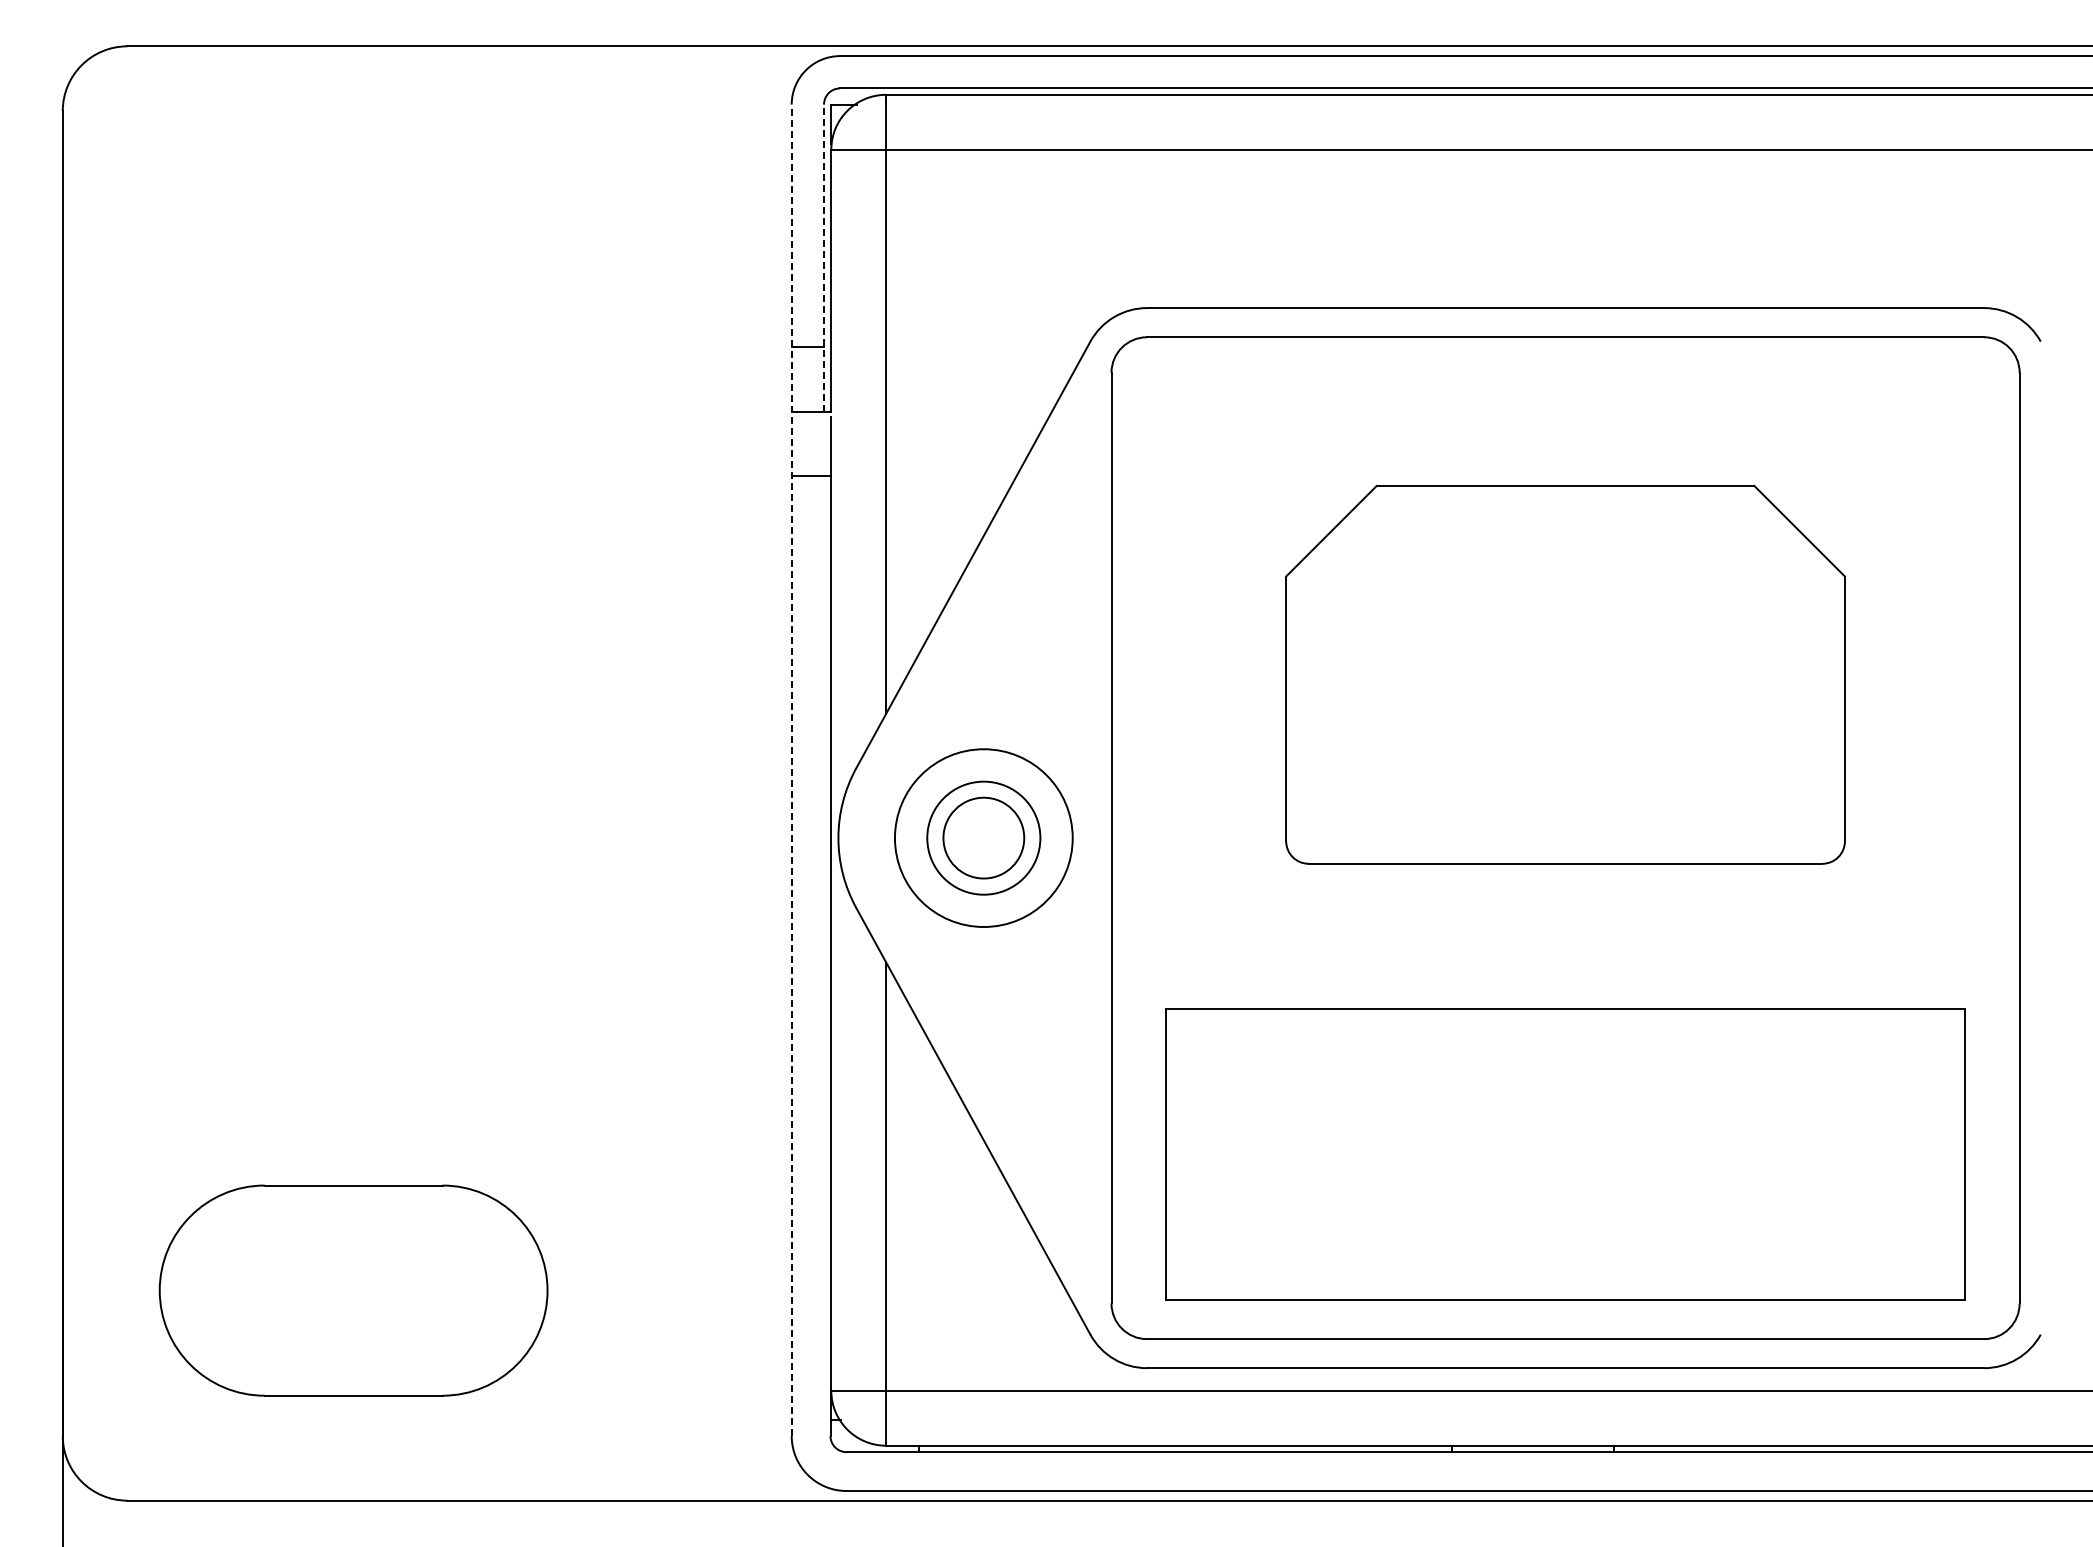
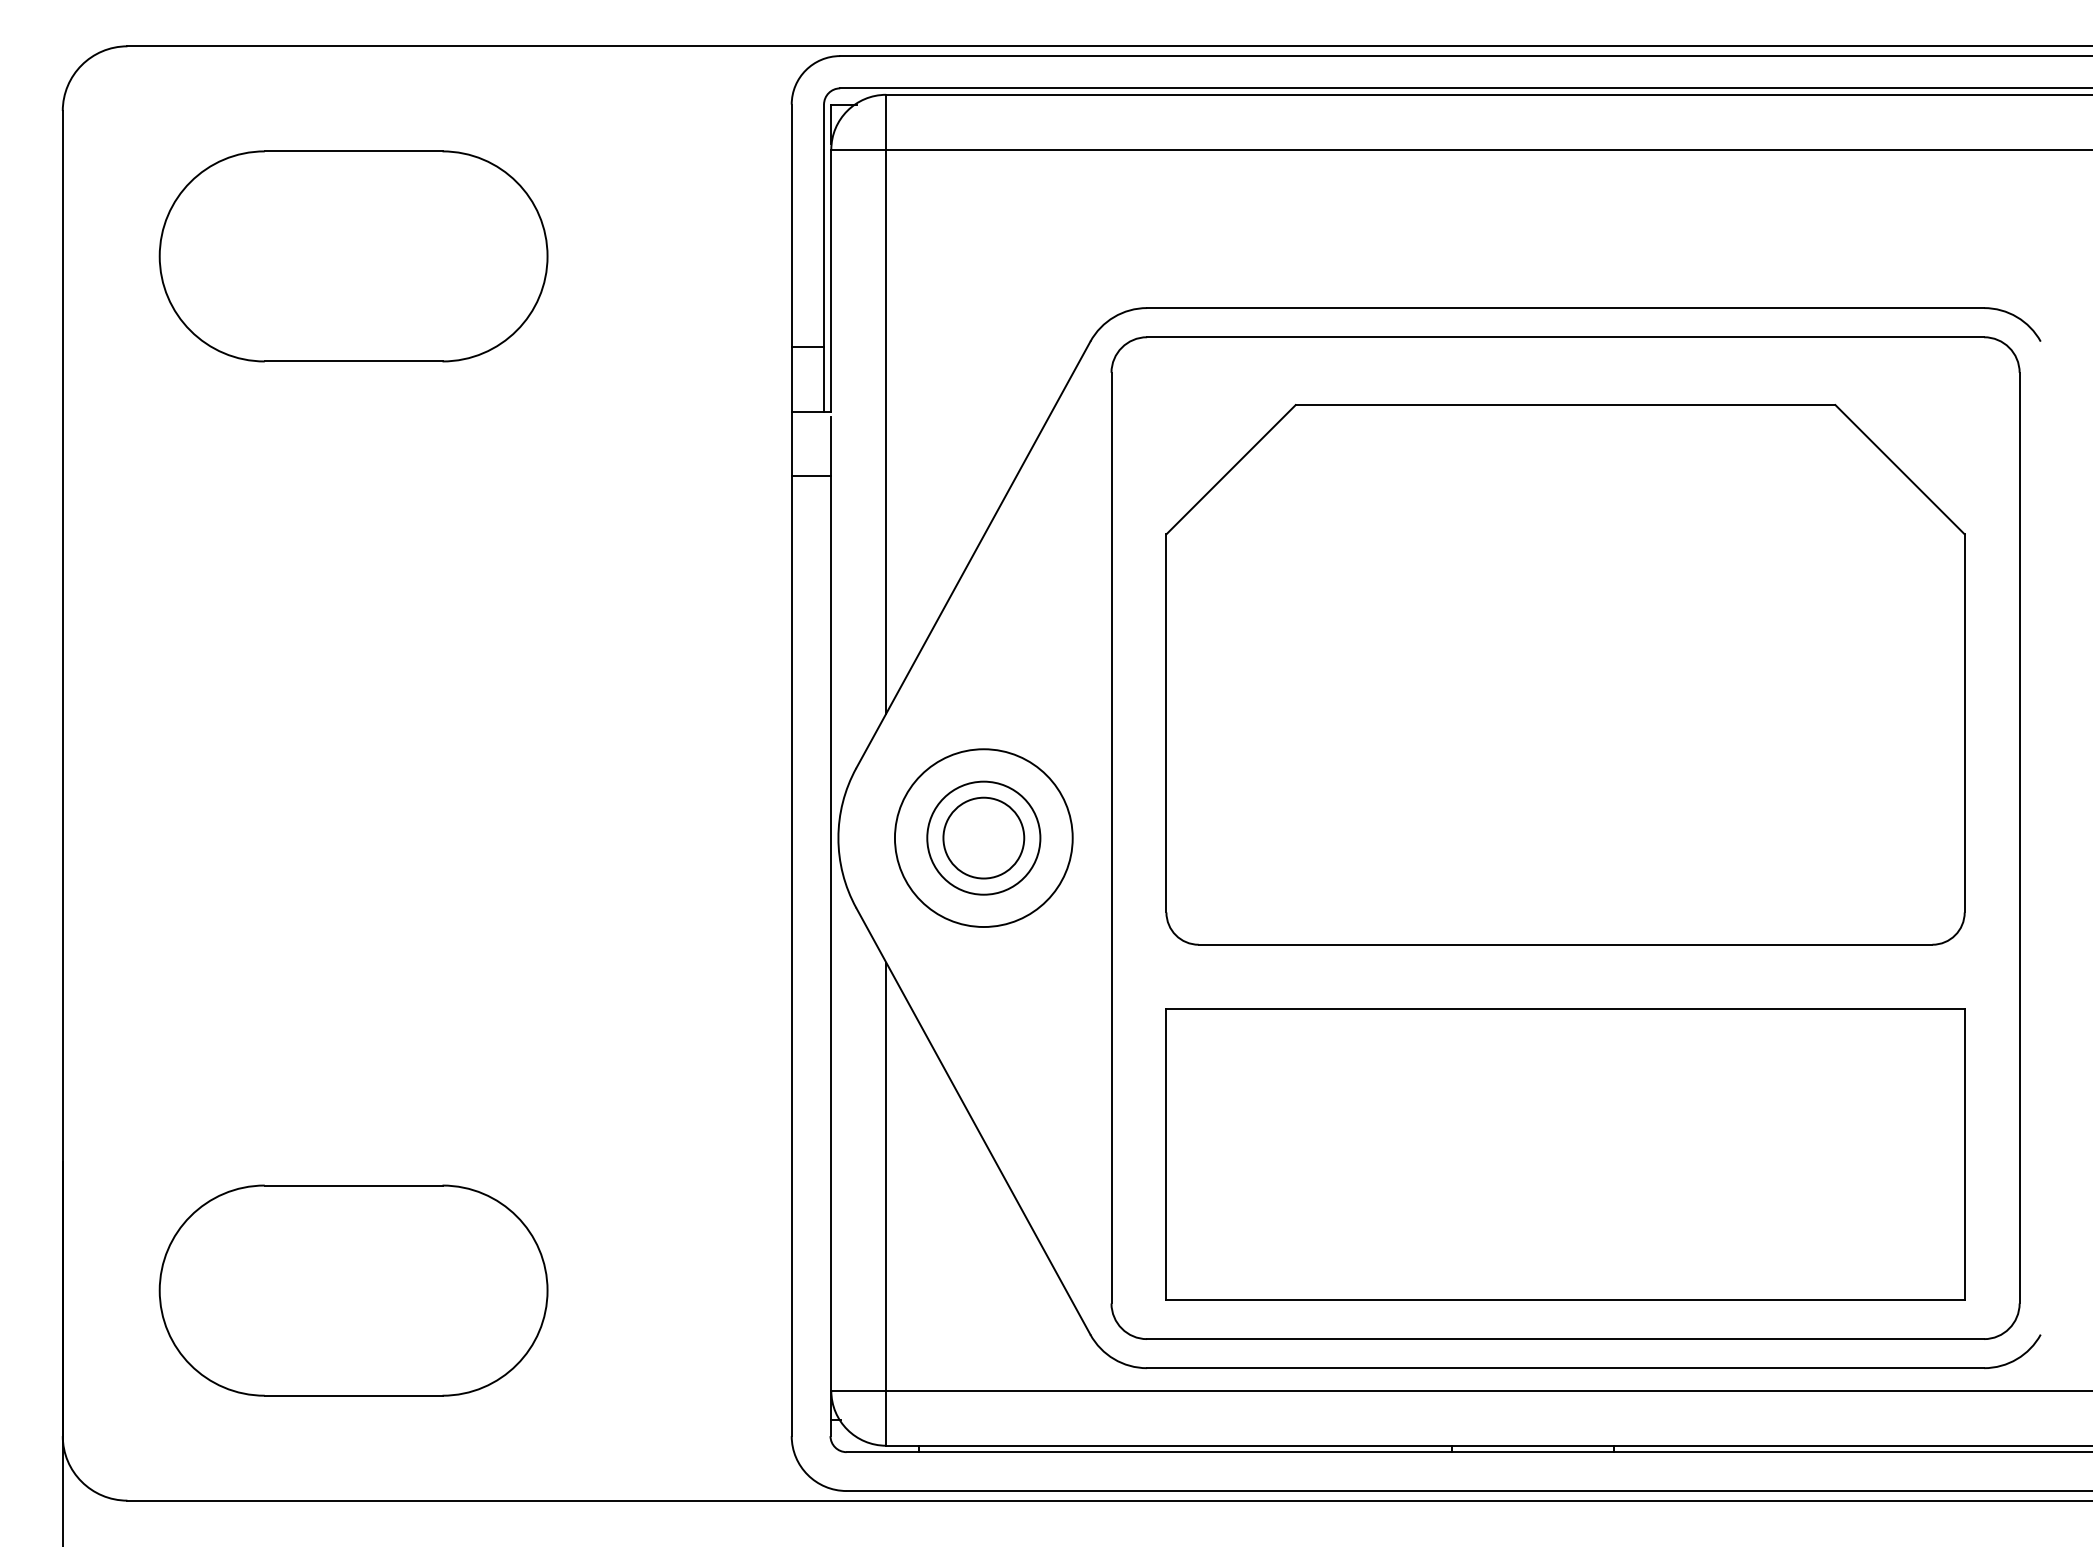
part at (353, 256): none -> present
line at (824, 258): dashed -> solid
part at (1565, 674) size: 561x380 px -> 801x542 px
line at (791, 770): dashed -> solid
